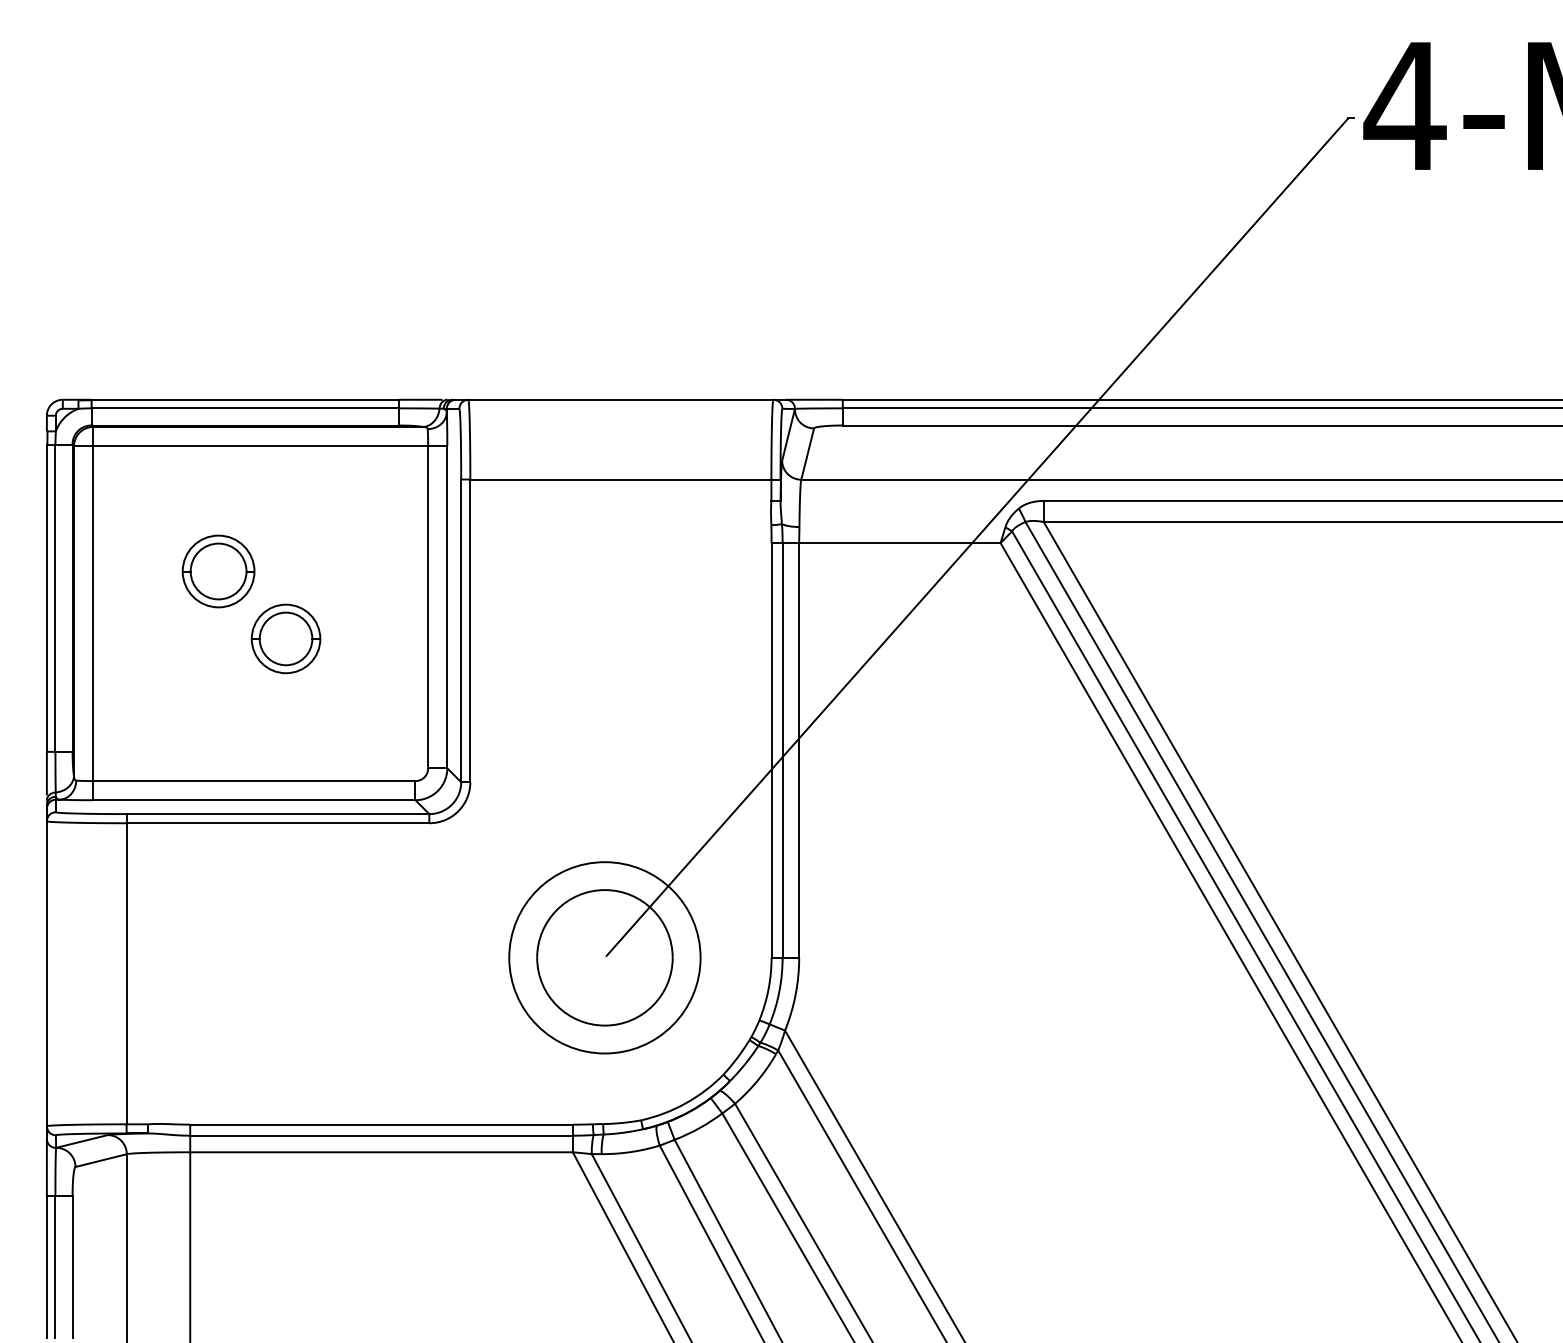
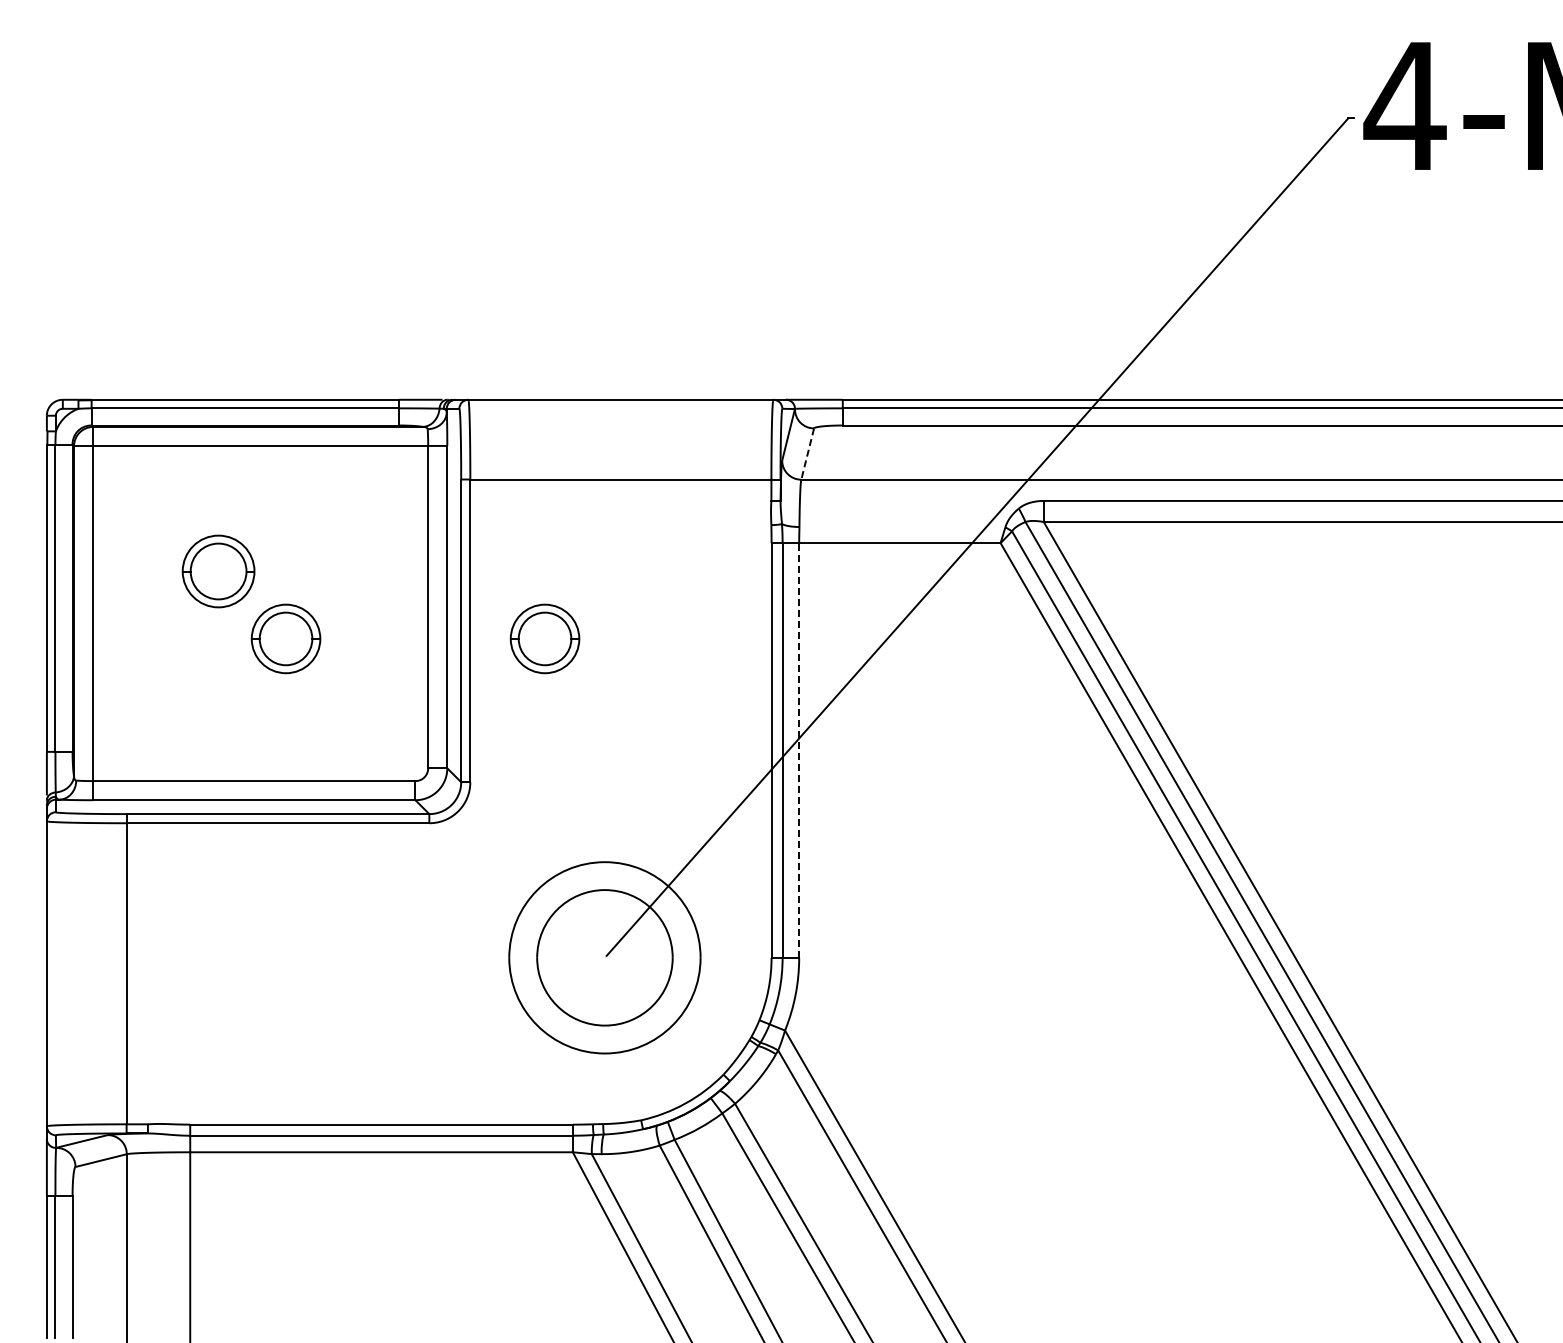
line at (807, 454): solid -> dashed
part at (544, 638): none -> present
line at (799, 749): solid -> dashed
